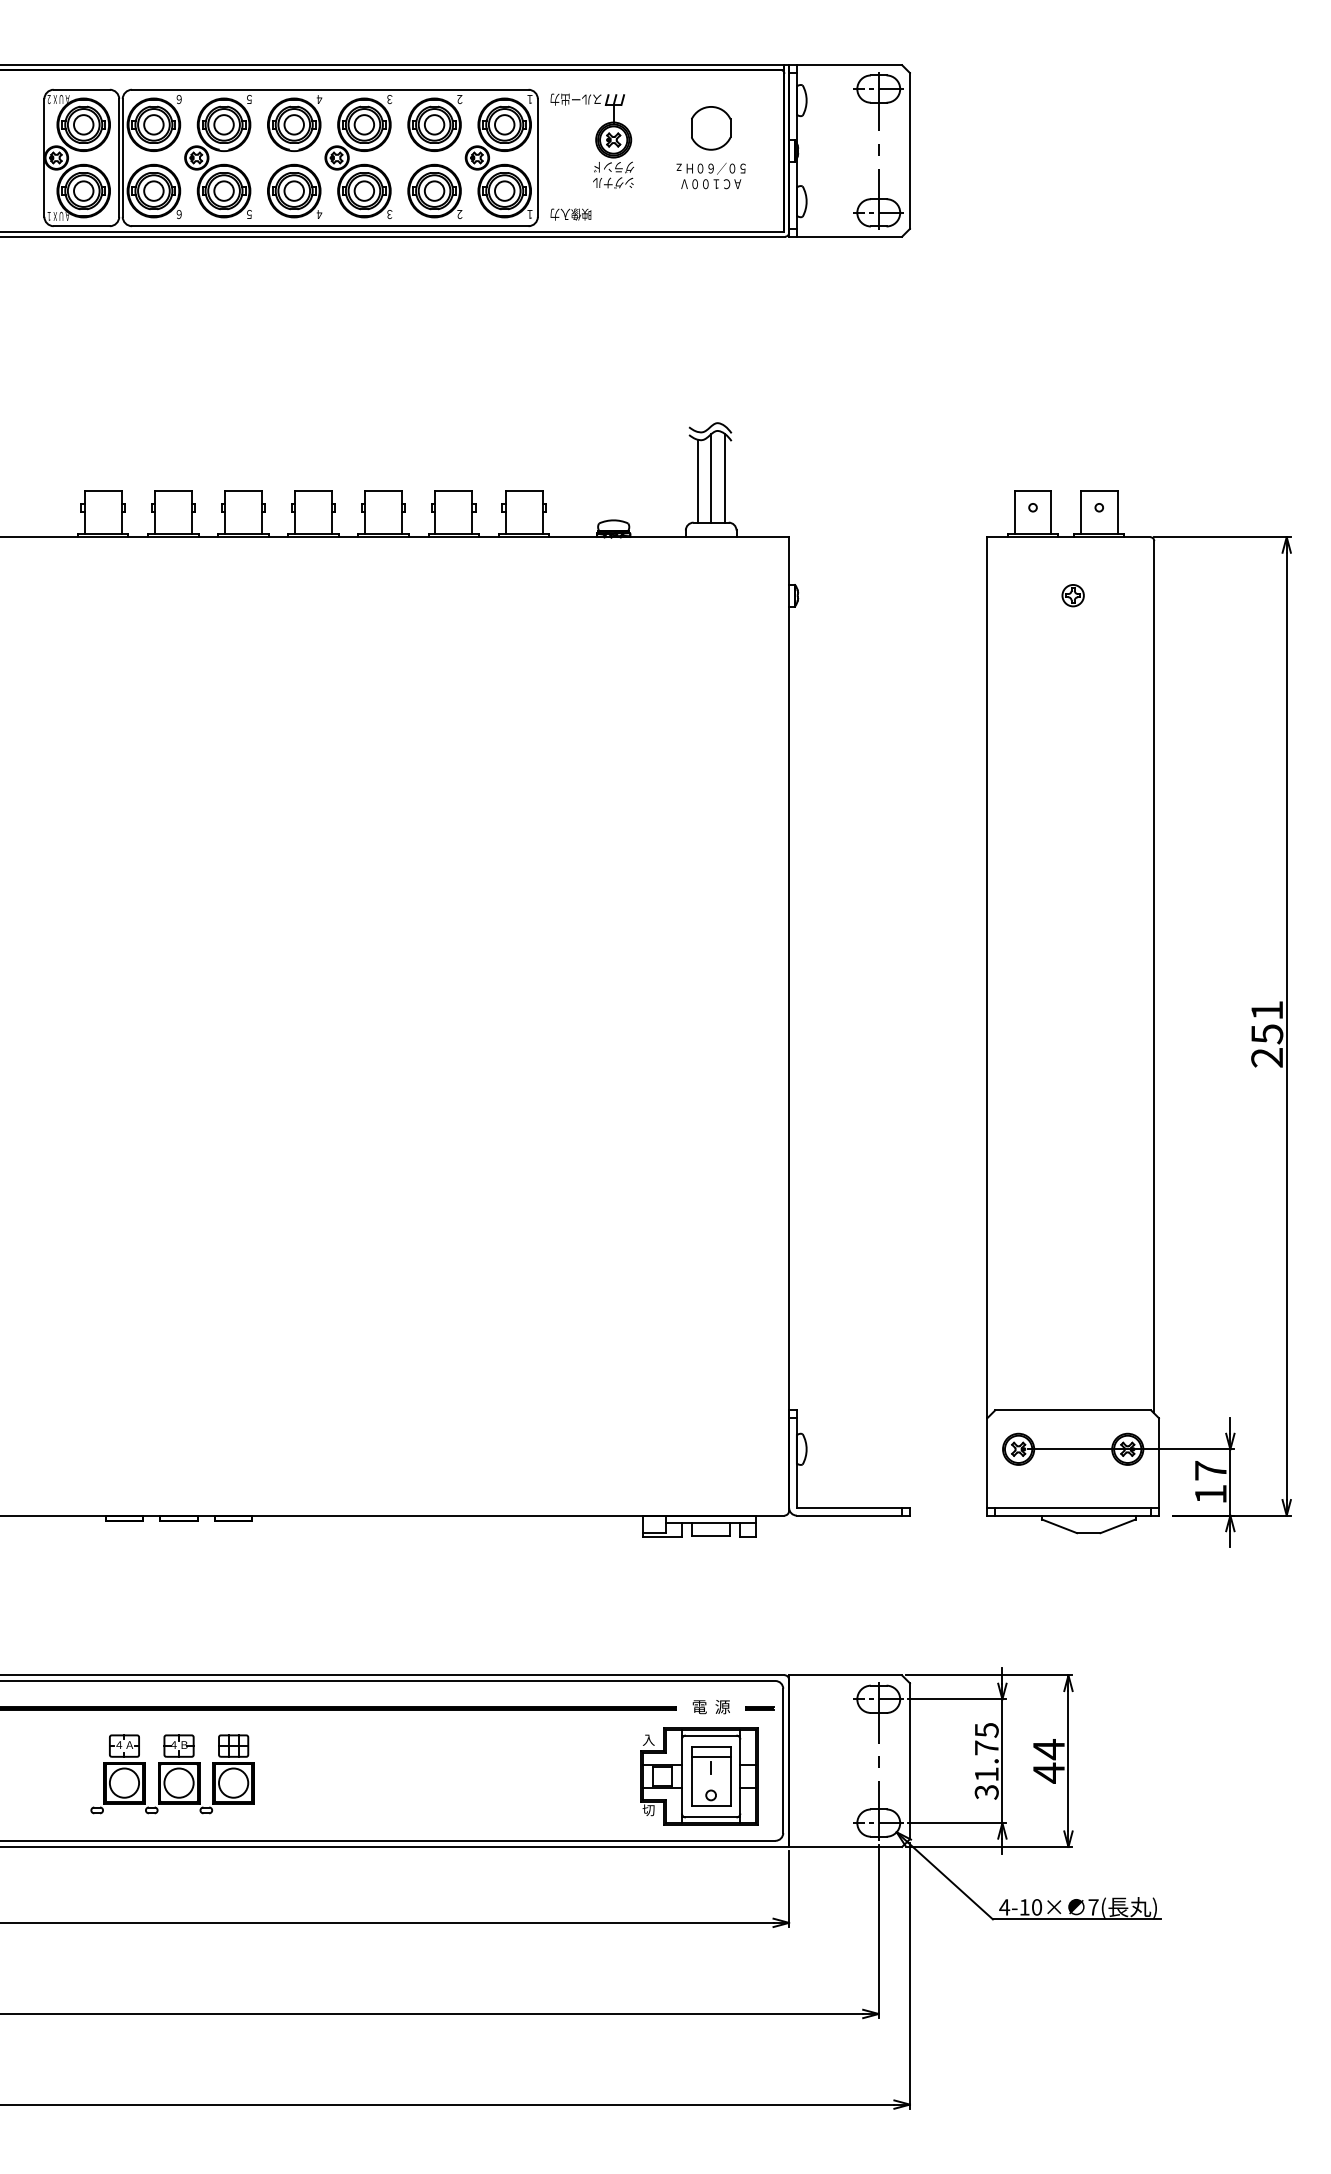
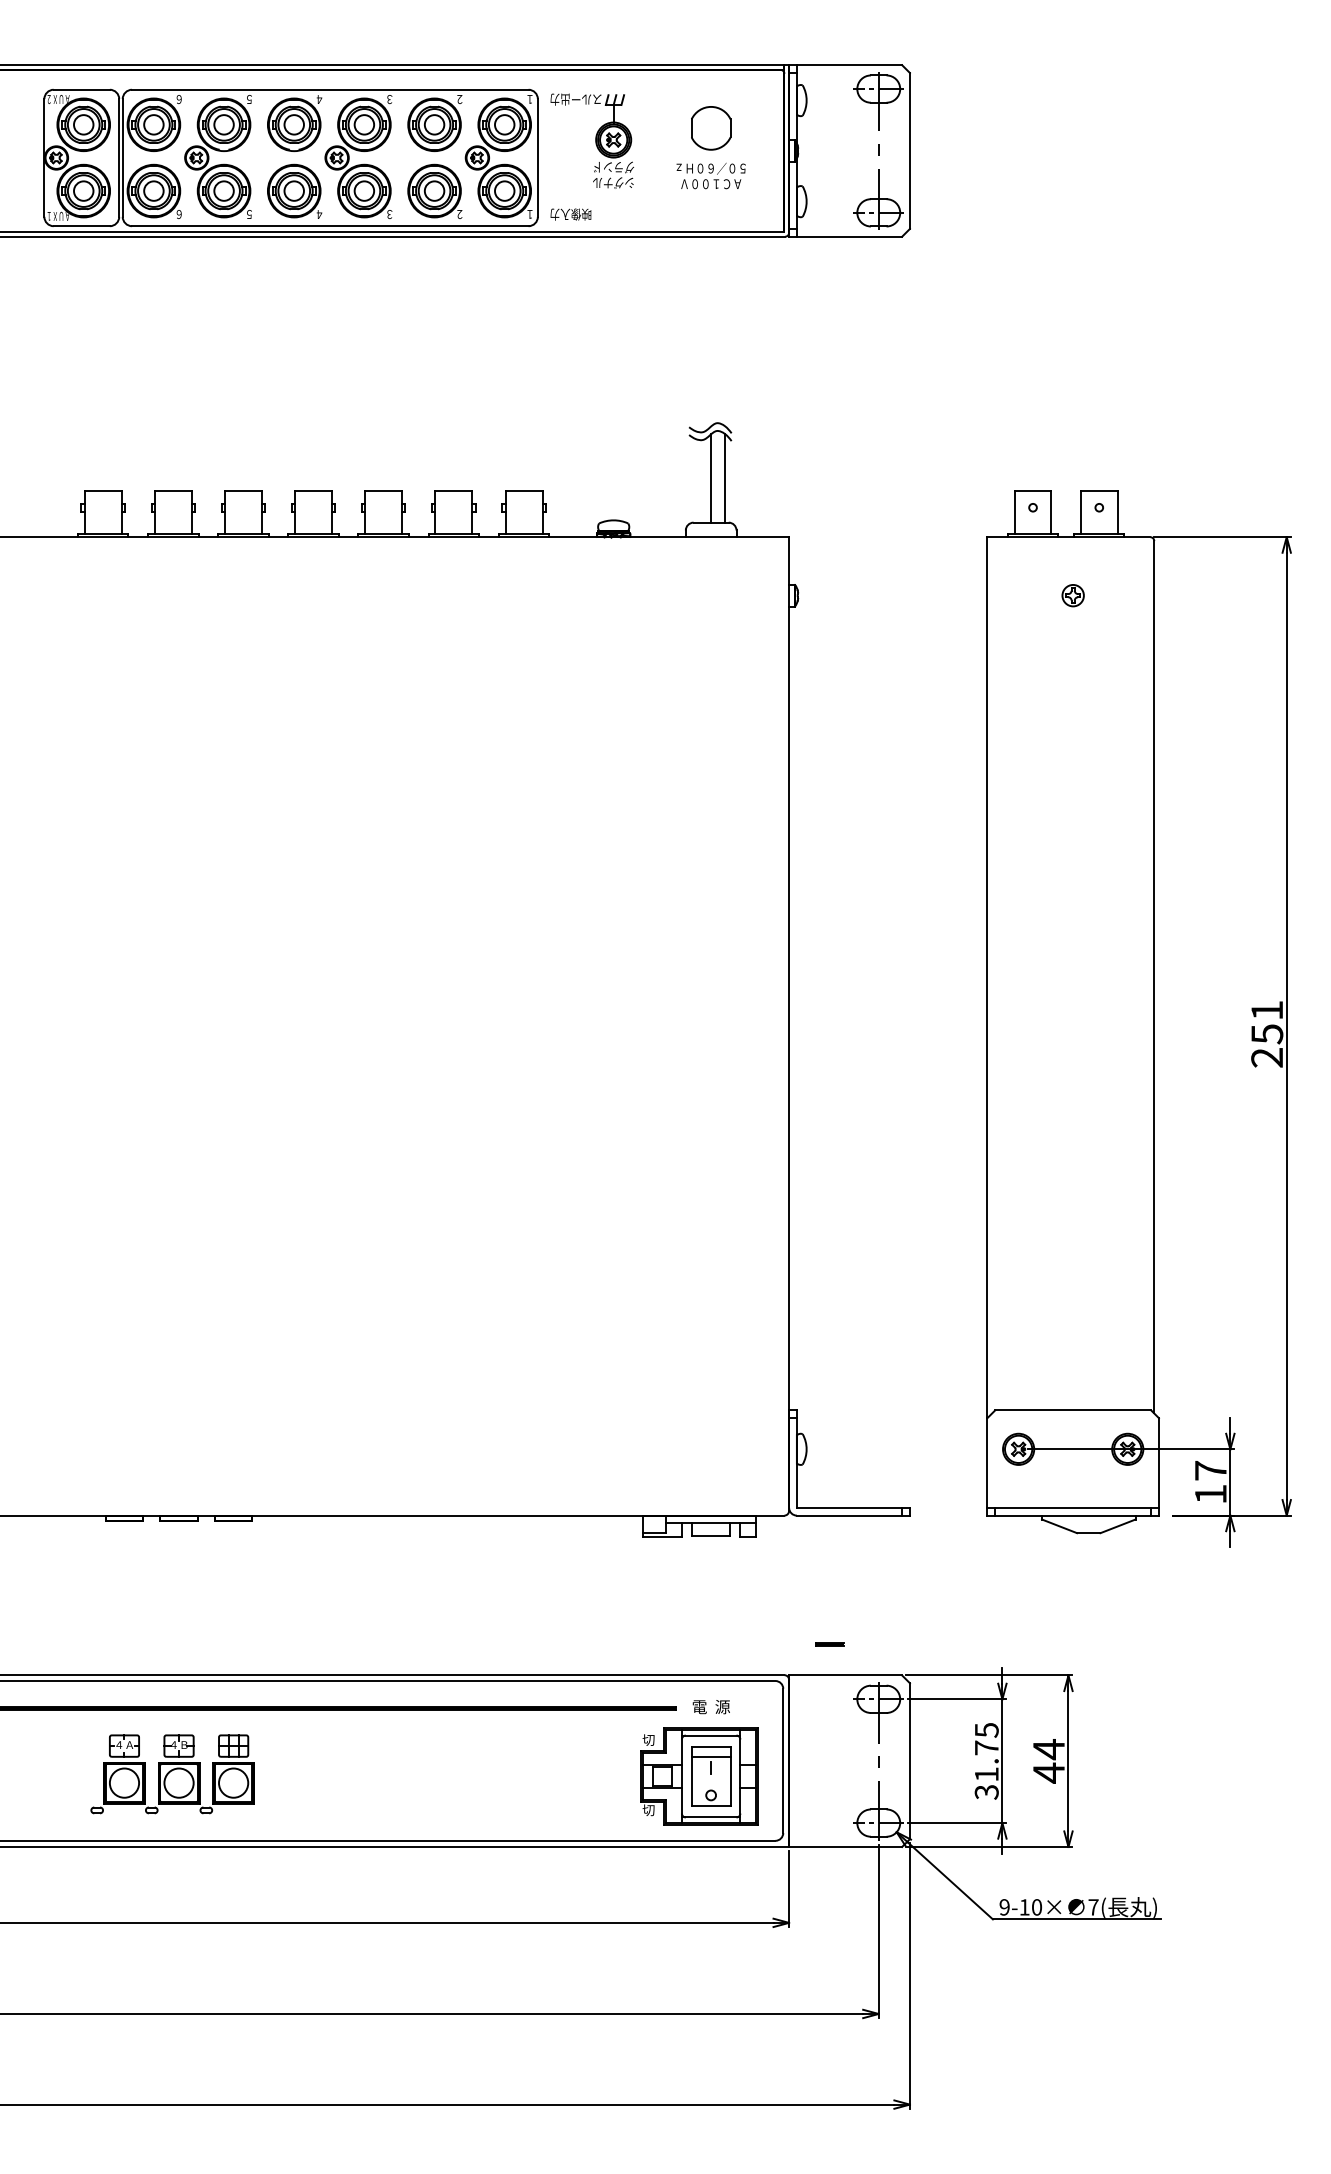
line at (697, 480): present -> none
line at (759, 1708) position: (759, 1708) -> (829, 1644)
text at (648, 1739): 入 -> 切
text at (1004, 1907): 4-10× -> 9-10×
